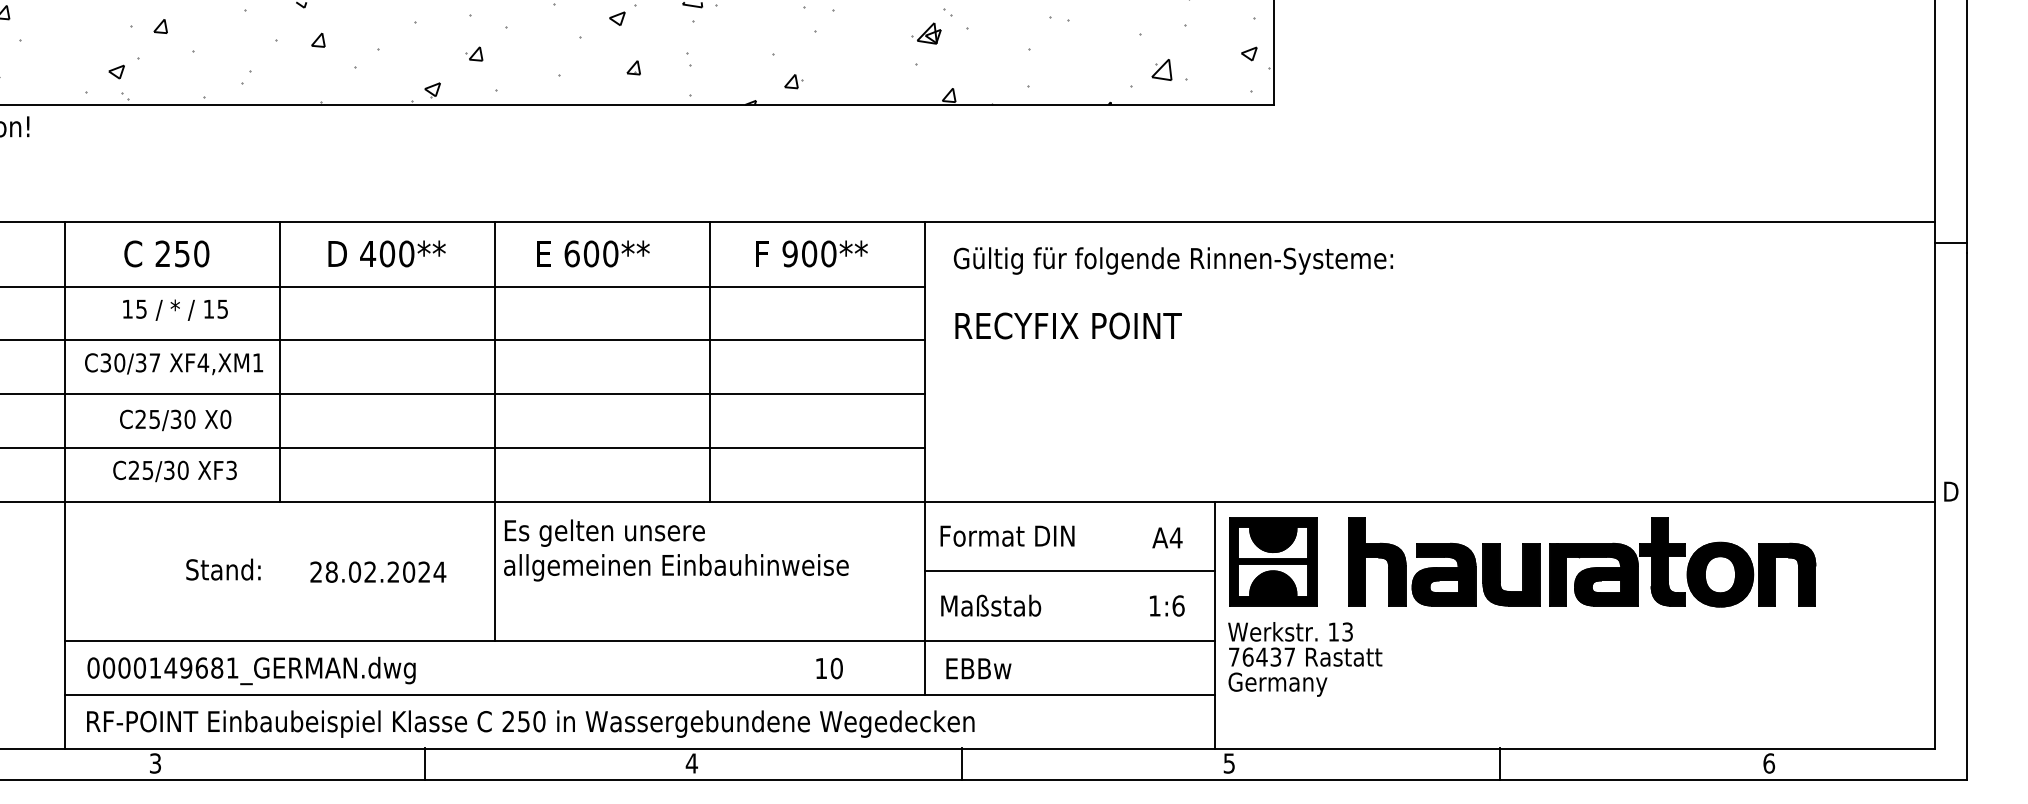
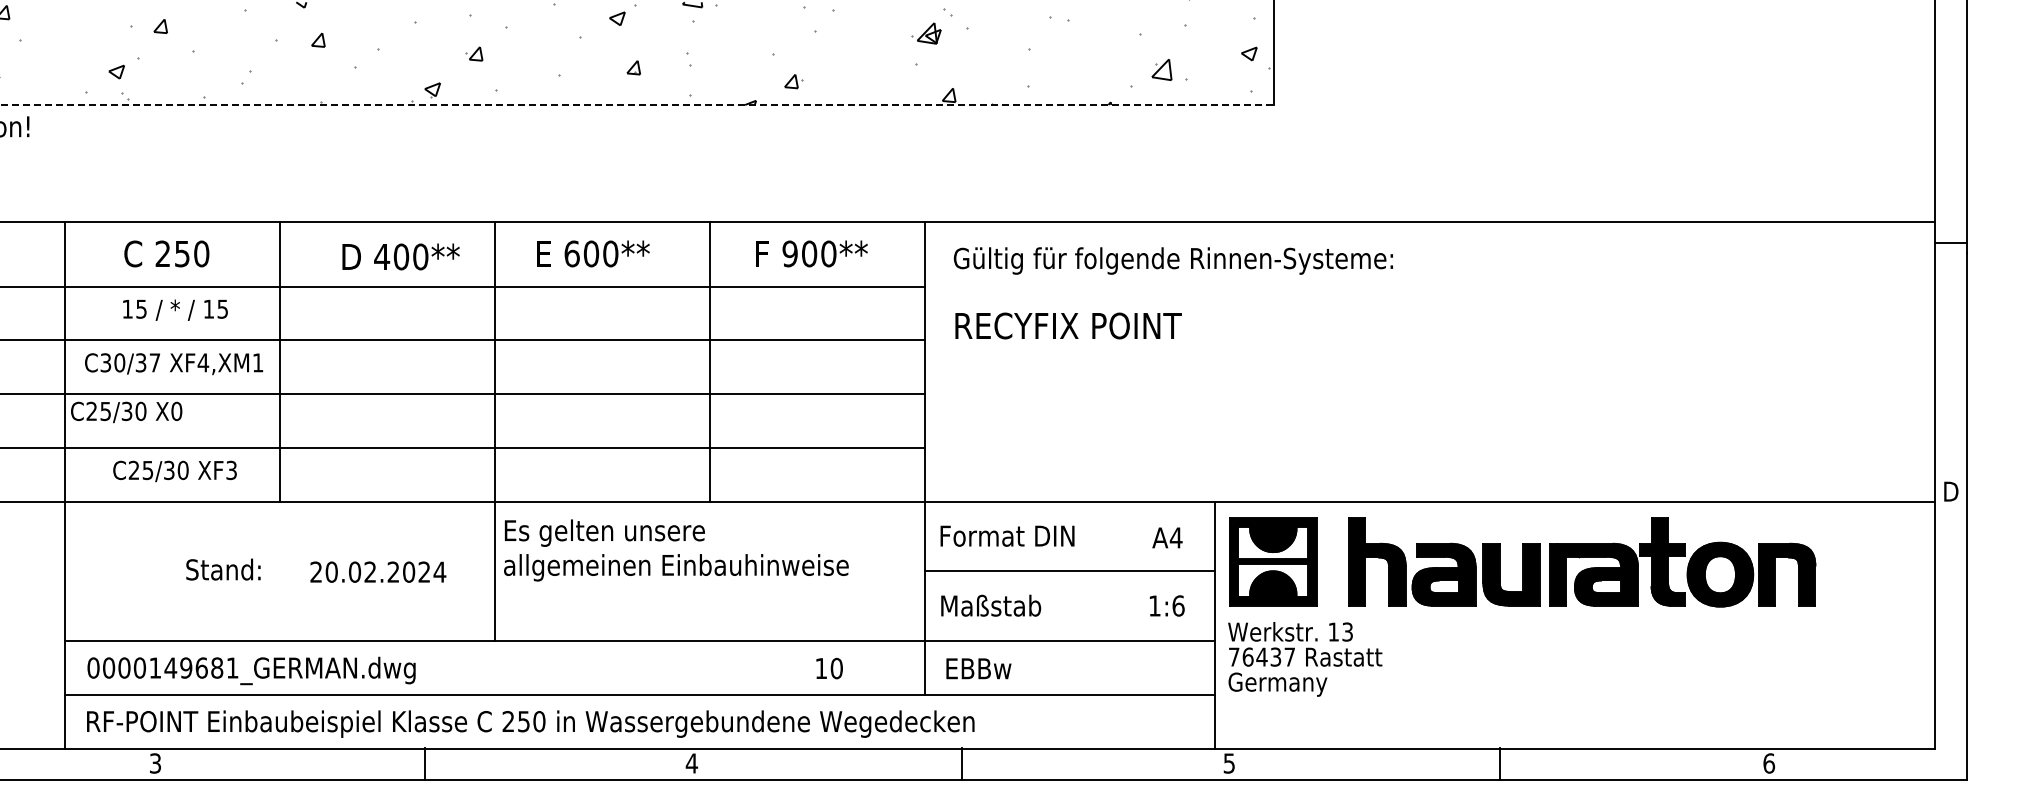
line at (637, 104): solid -> dashed
text at (386, 253) position: (386, 253) -> (400, 256)
text at (175, 420) position: (175, 420) -> (126, 412)
text at (331, 571): 28.02.2024 -> 20.02.2024
